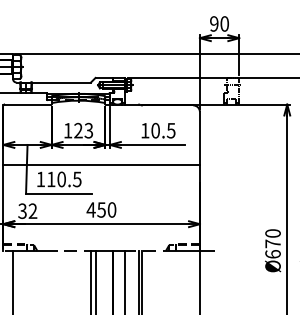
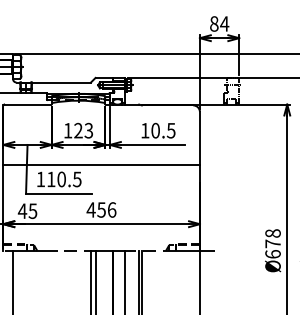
text at (219, 23): 90 -> 84
text at (111, 209): 450 -> 456
text at (27, 211): 32 -> 45
text at (272, 233): Ø670 -> Ø678
